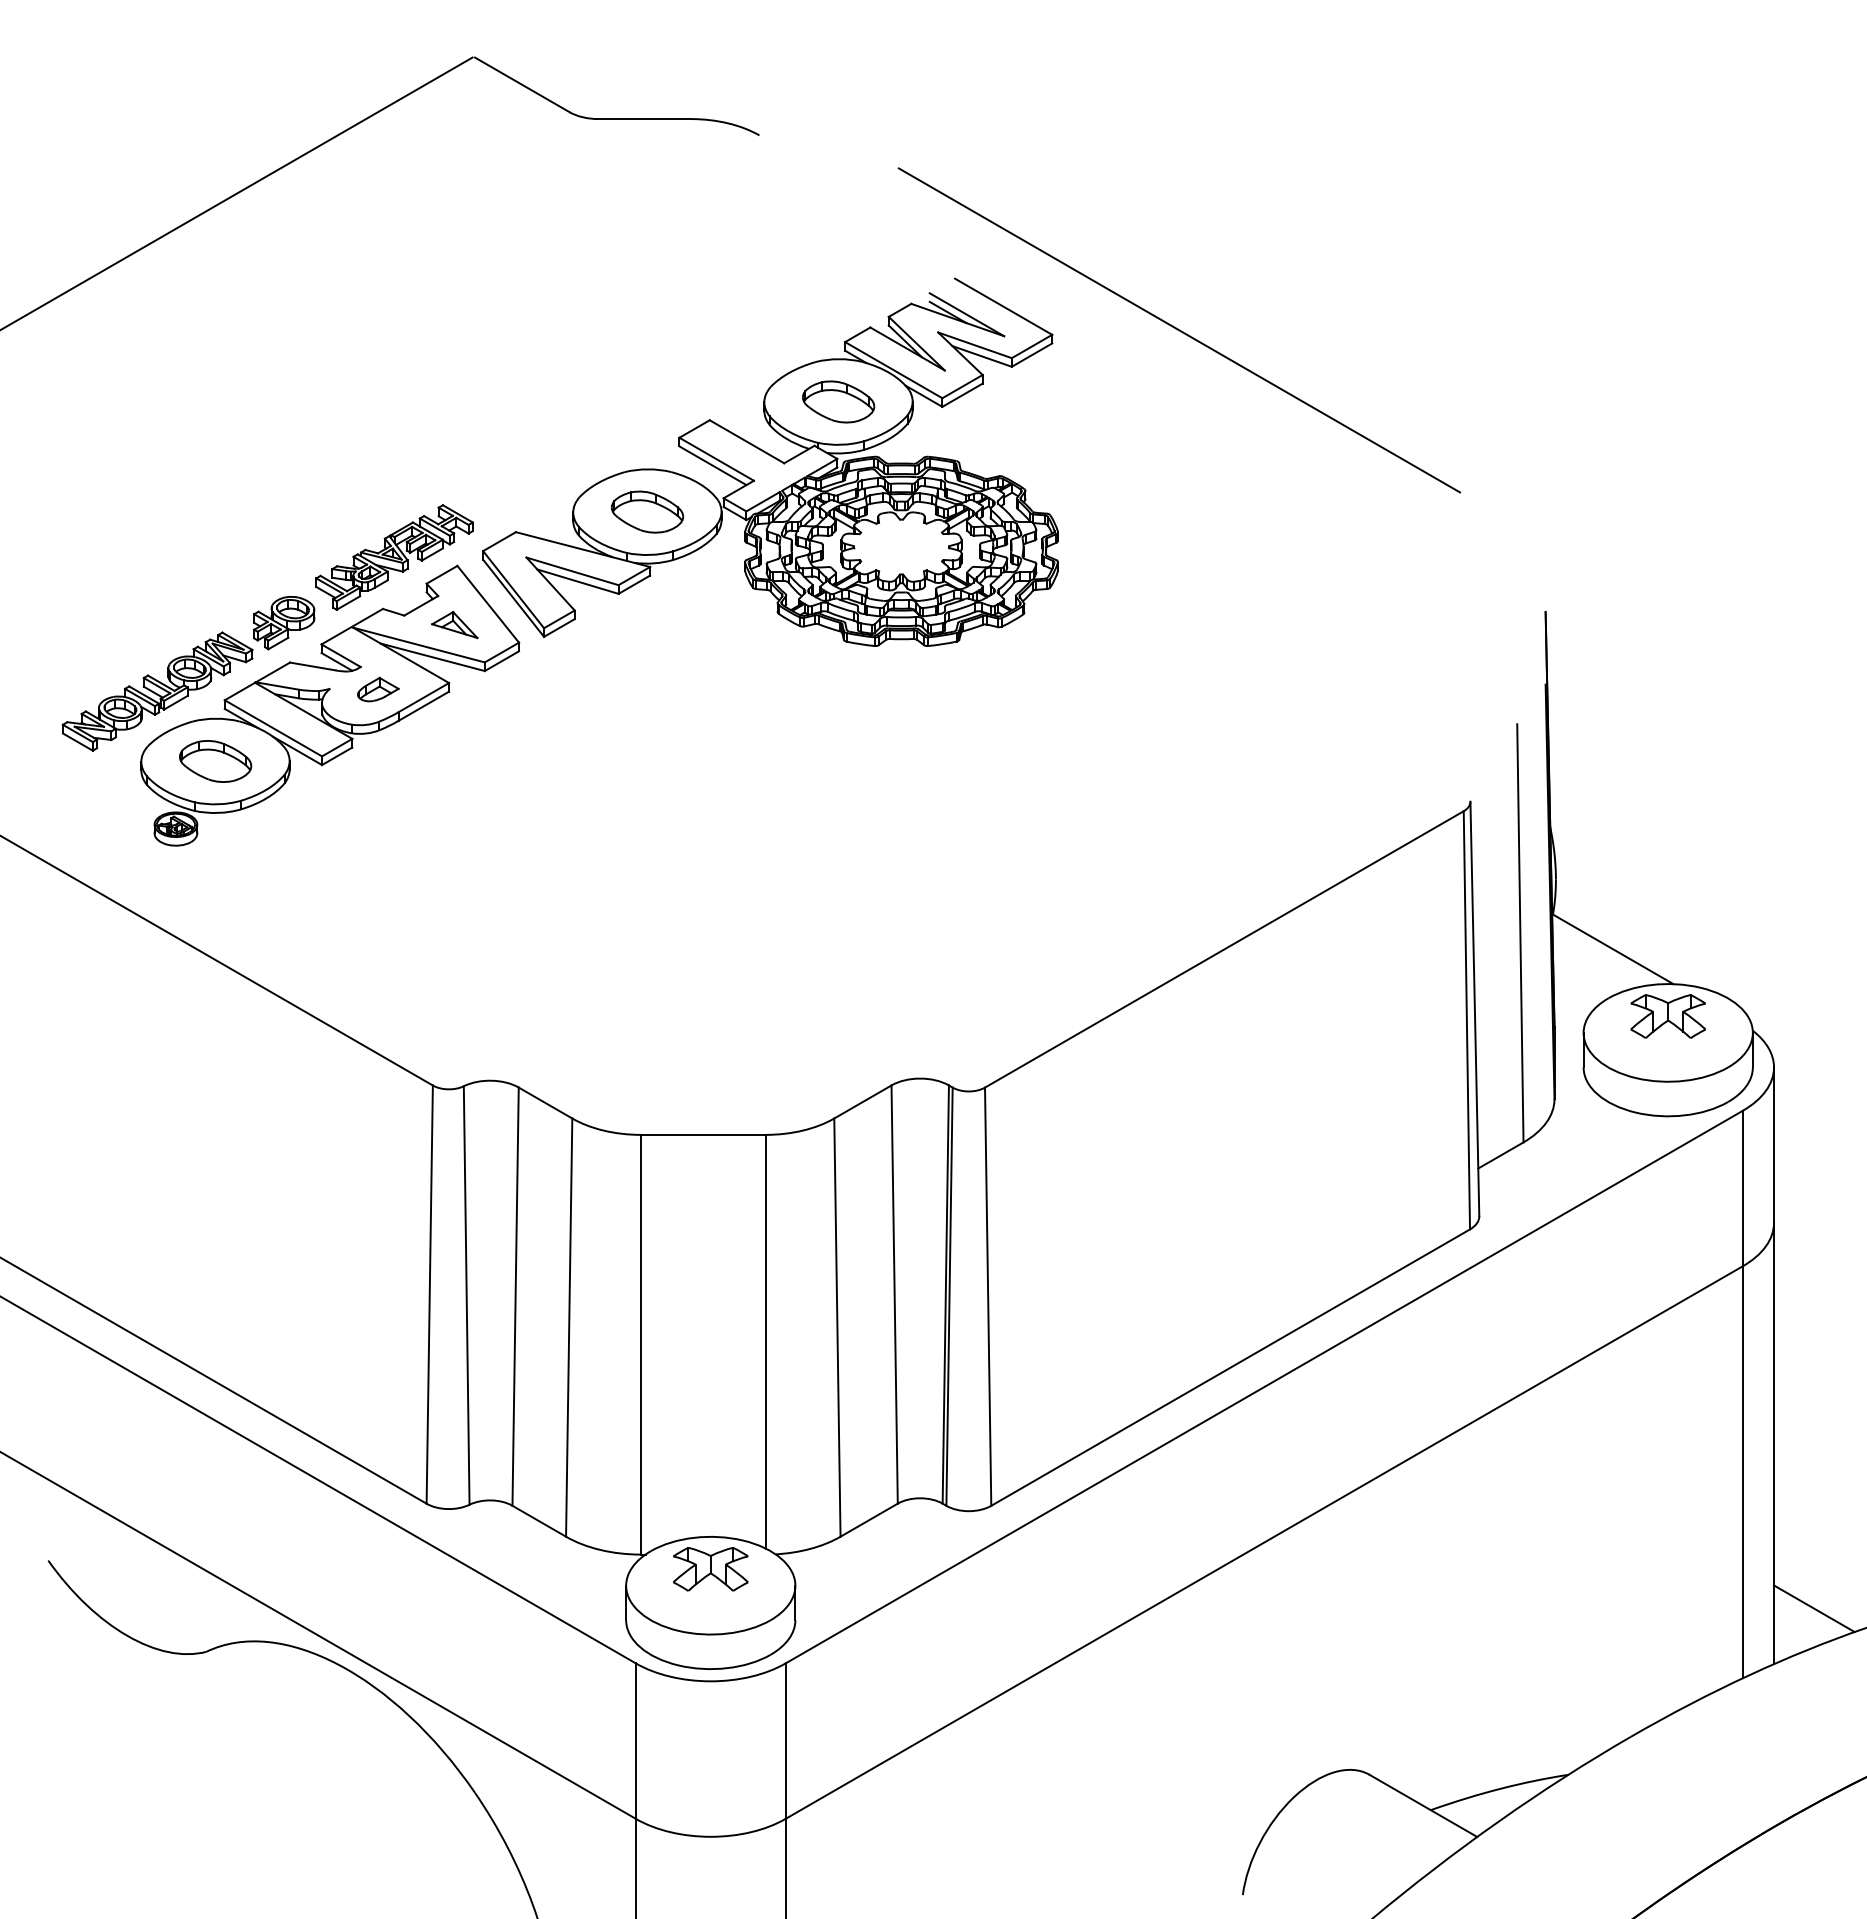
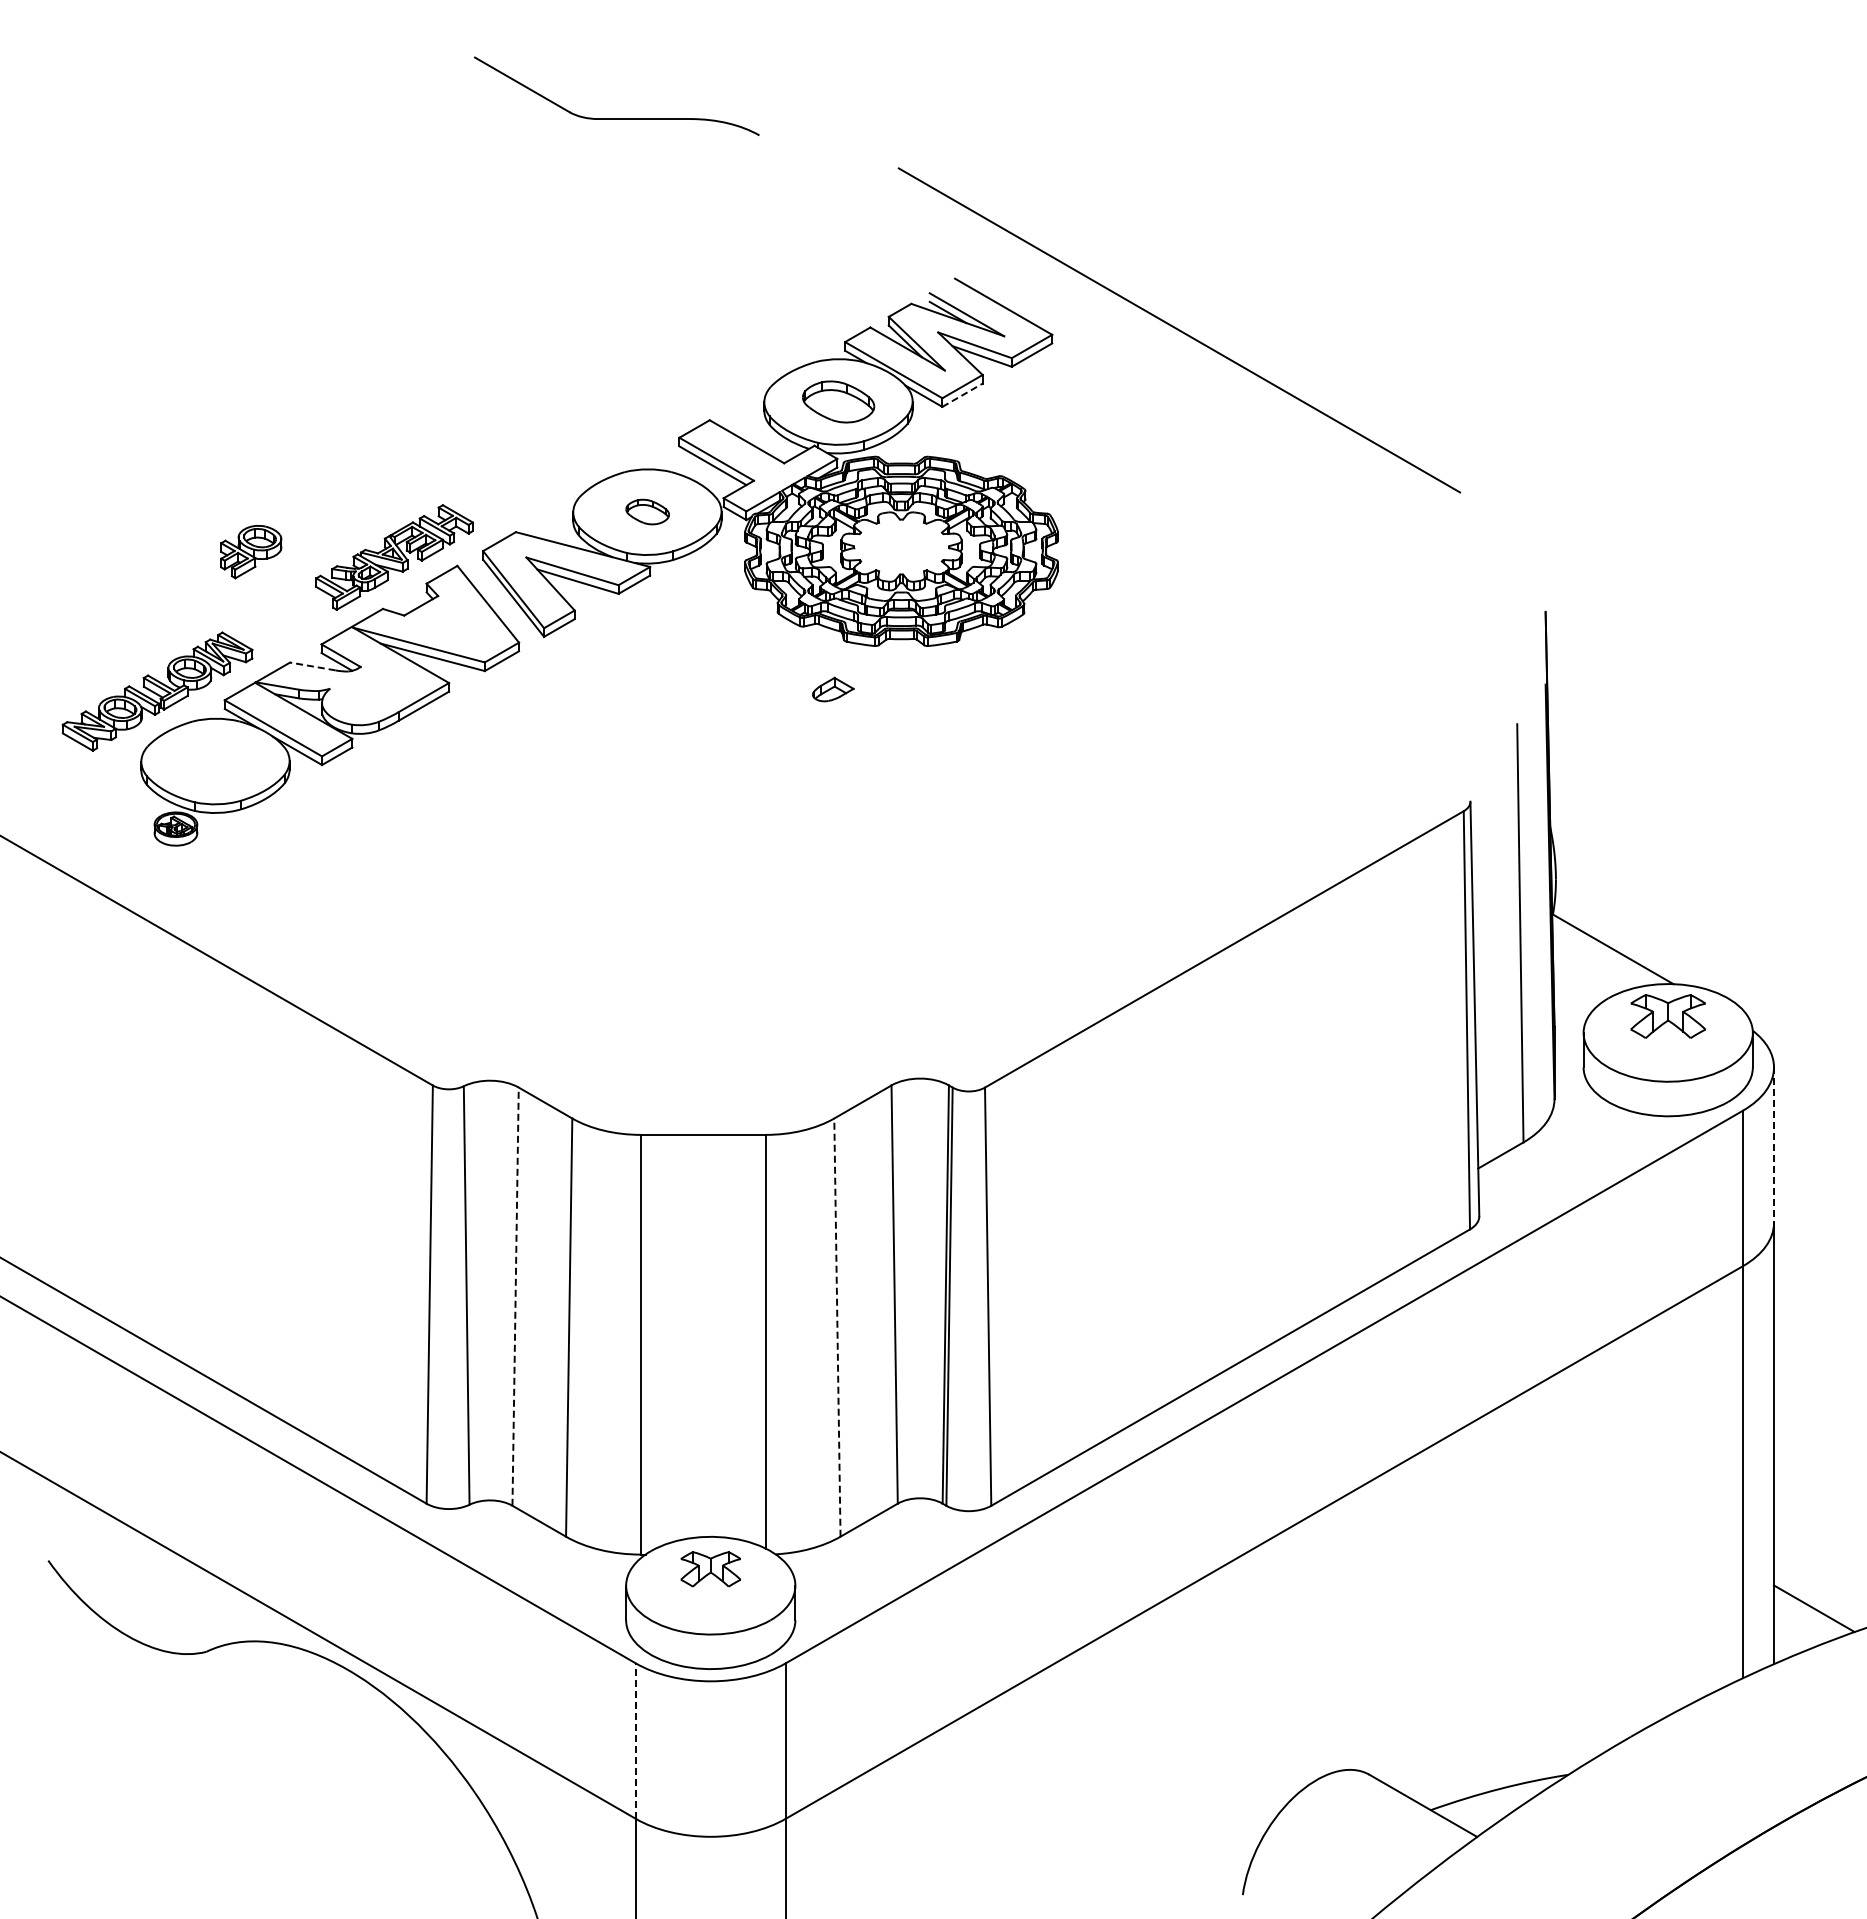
line at (237, 193): present -> none
line at (962, 395): solid -> dashed
part at (647, 511) size: 74x44 px -> 45x28 px
part at (284, 623) position: (284, 623) -> (251, 552)
part at (454, 625): present -> none
line at (312, 666): solid -> dashed
part at (378, 689) position: (378, 689) -> (833, 689)
part at (215, 761): present -> none
line at (1774, 1145): solid -> dashed
line at (515, 1296): solid -> dashed
line at (837, 1327): solid -> dashed
part at (710, 1569) size: 76x45 px -> 61x37 px
line at (635, 1741): solid -> dashed
